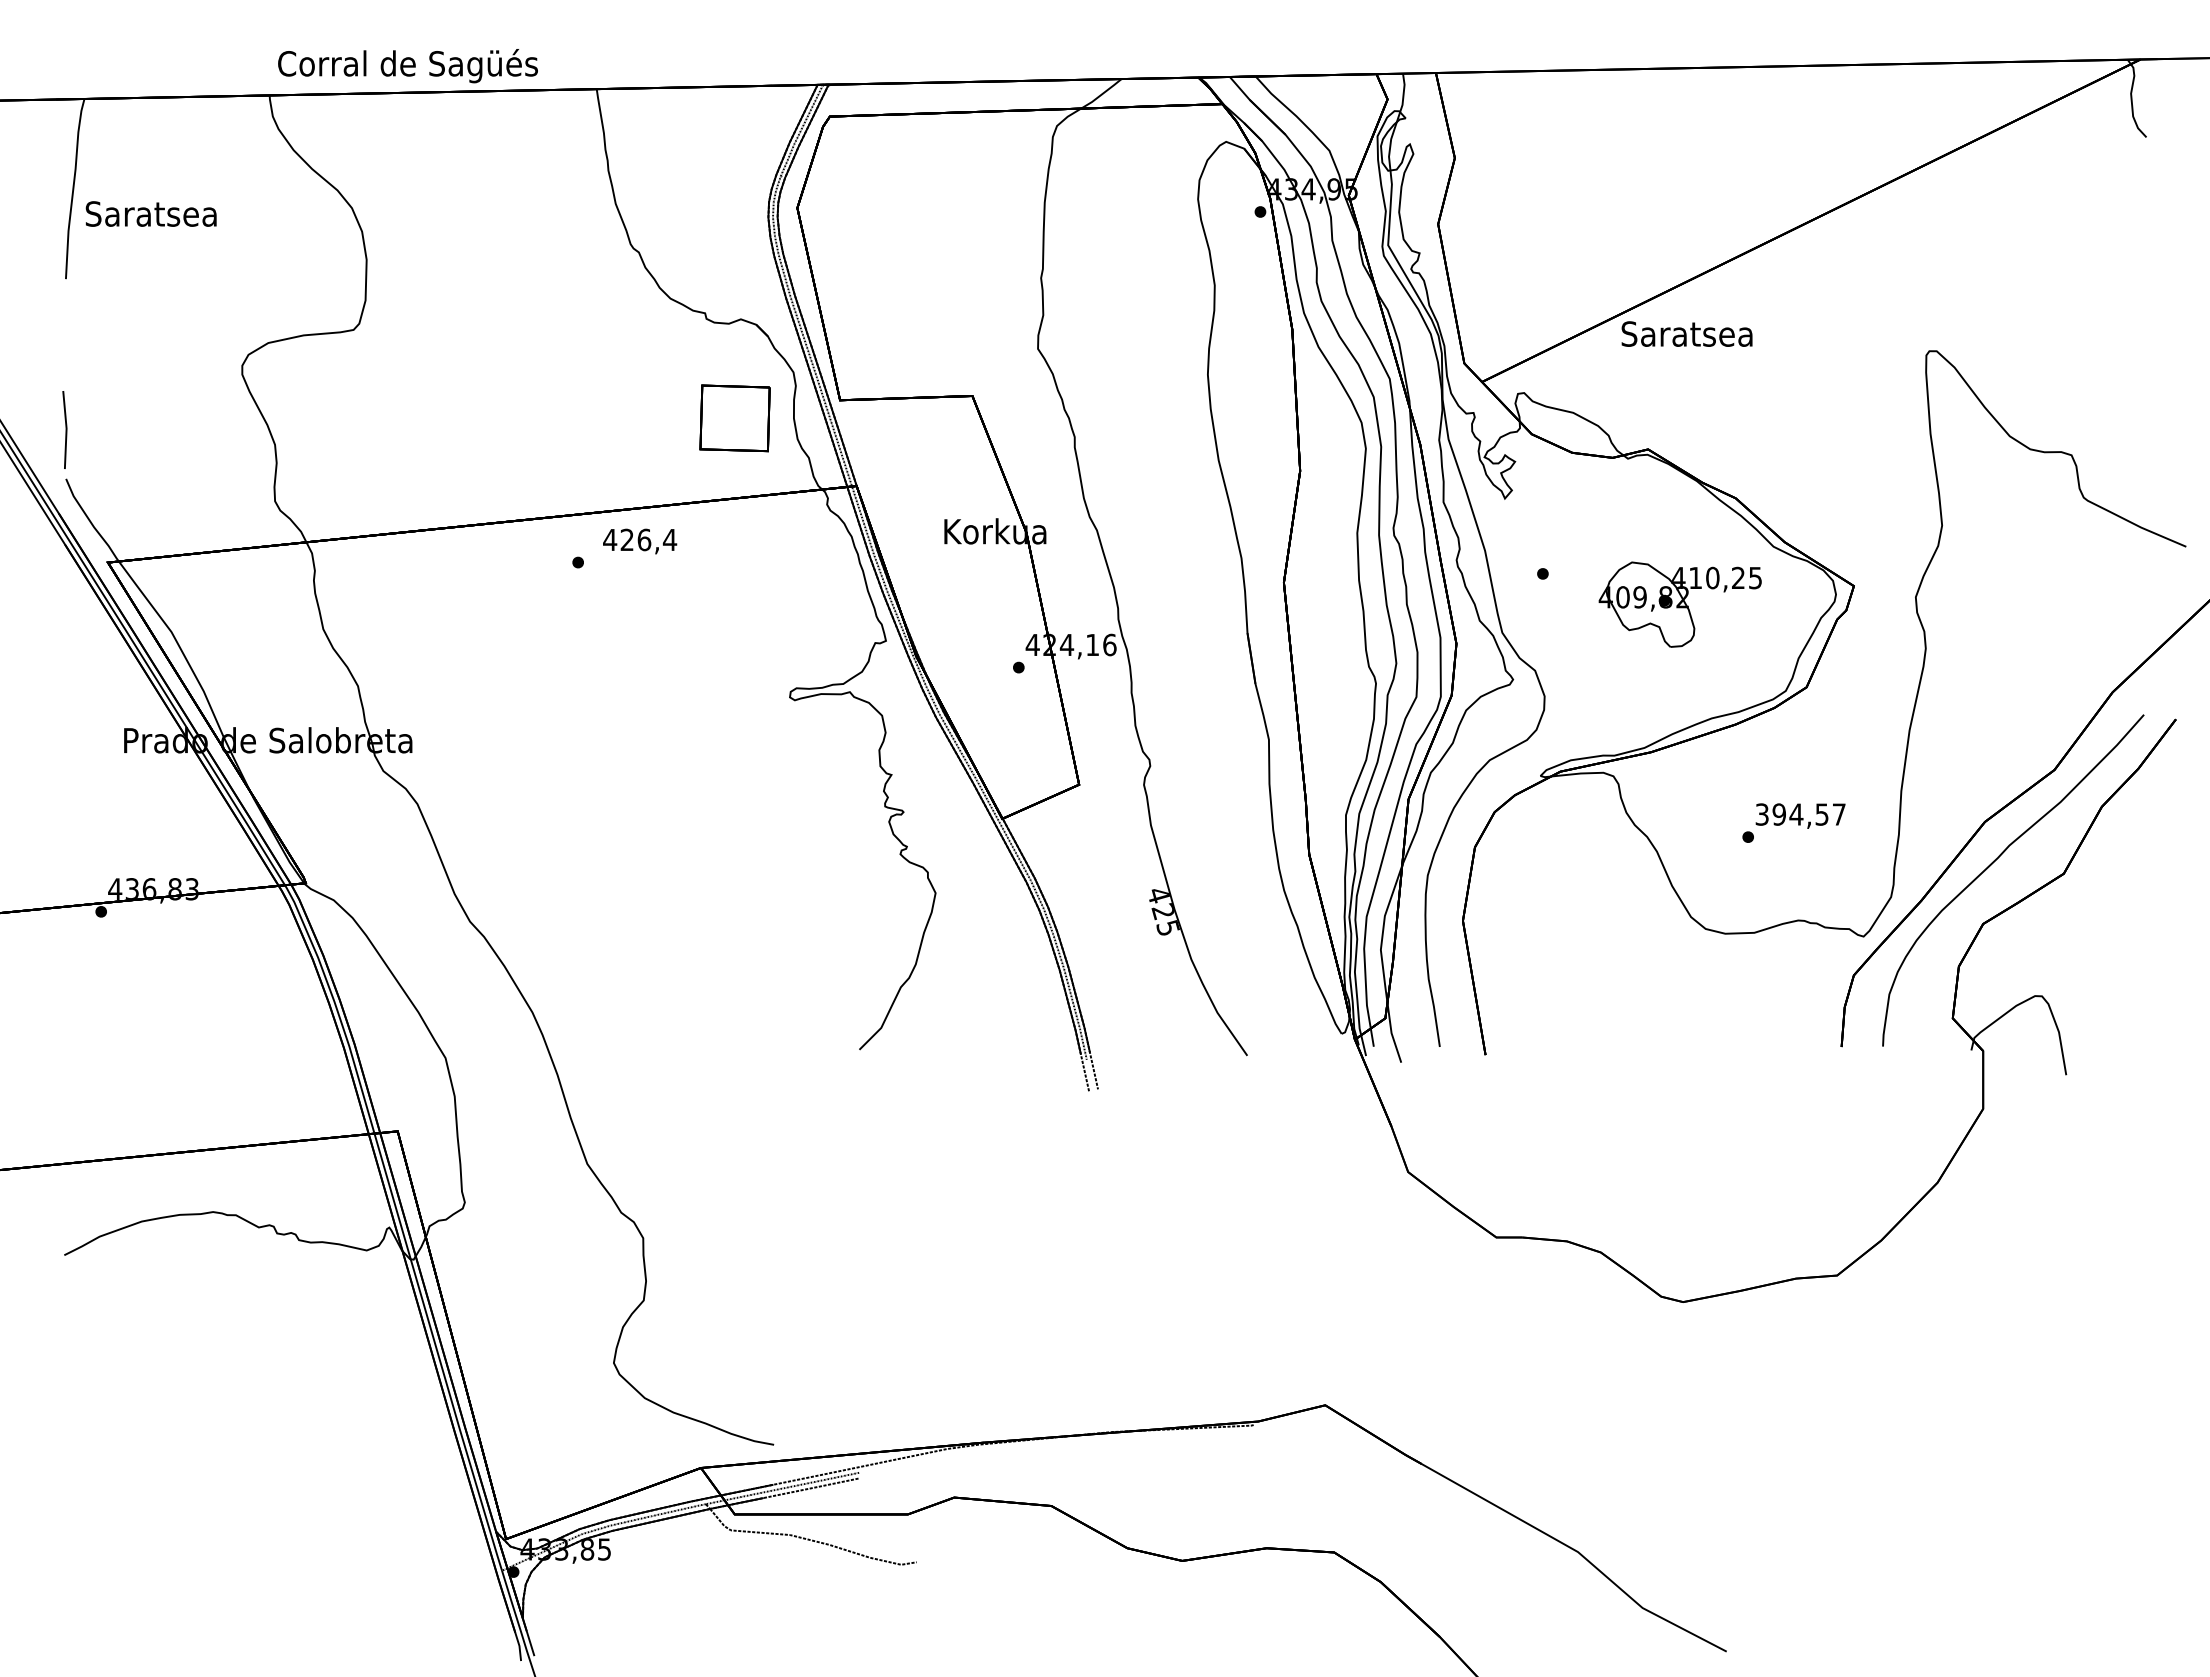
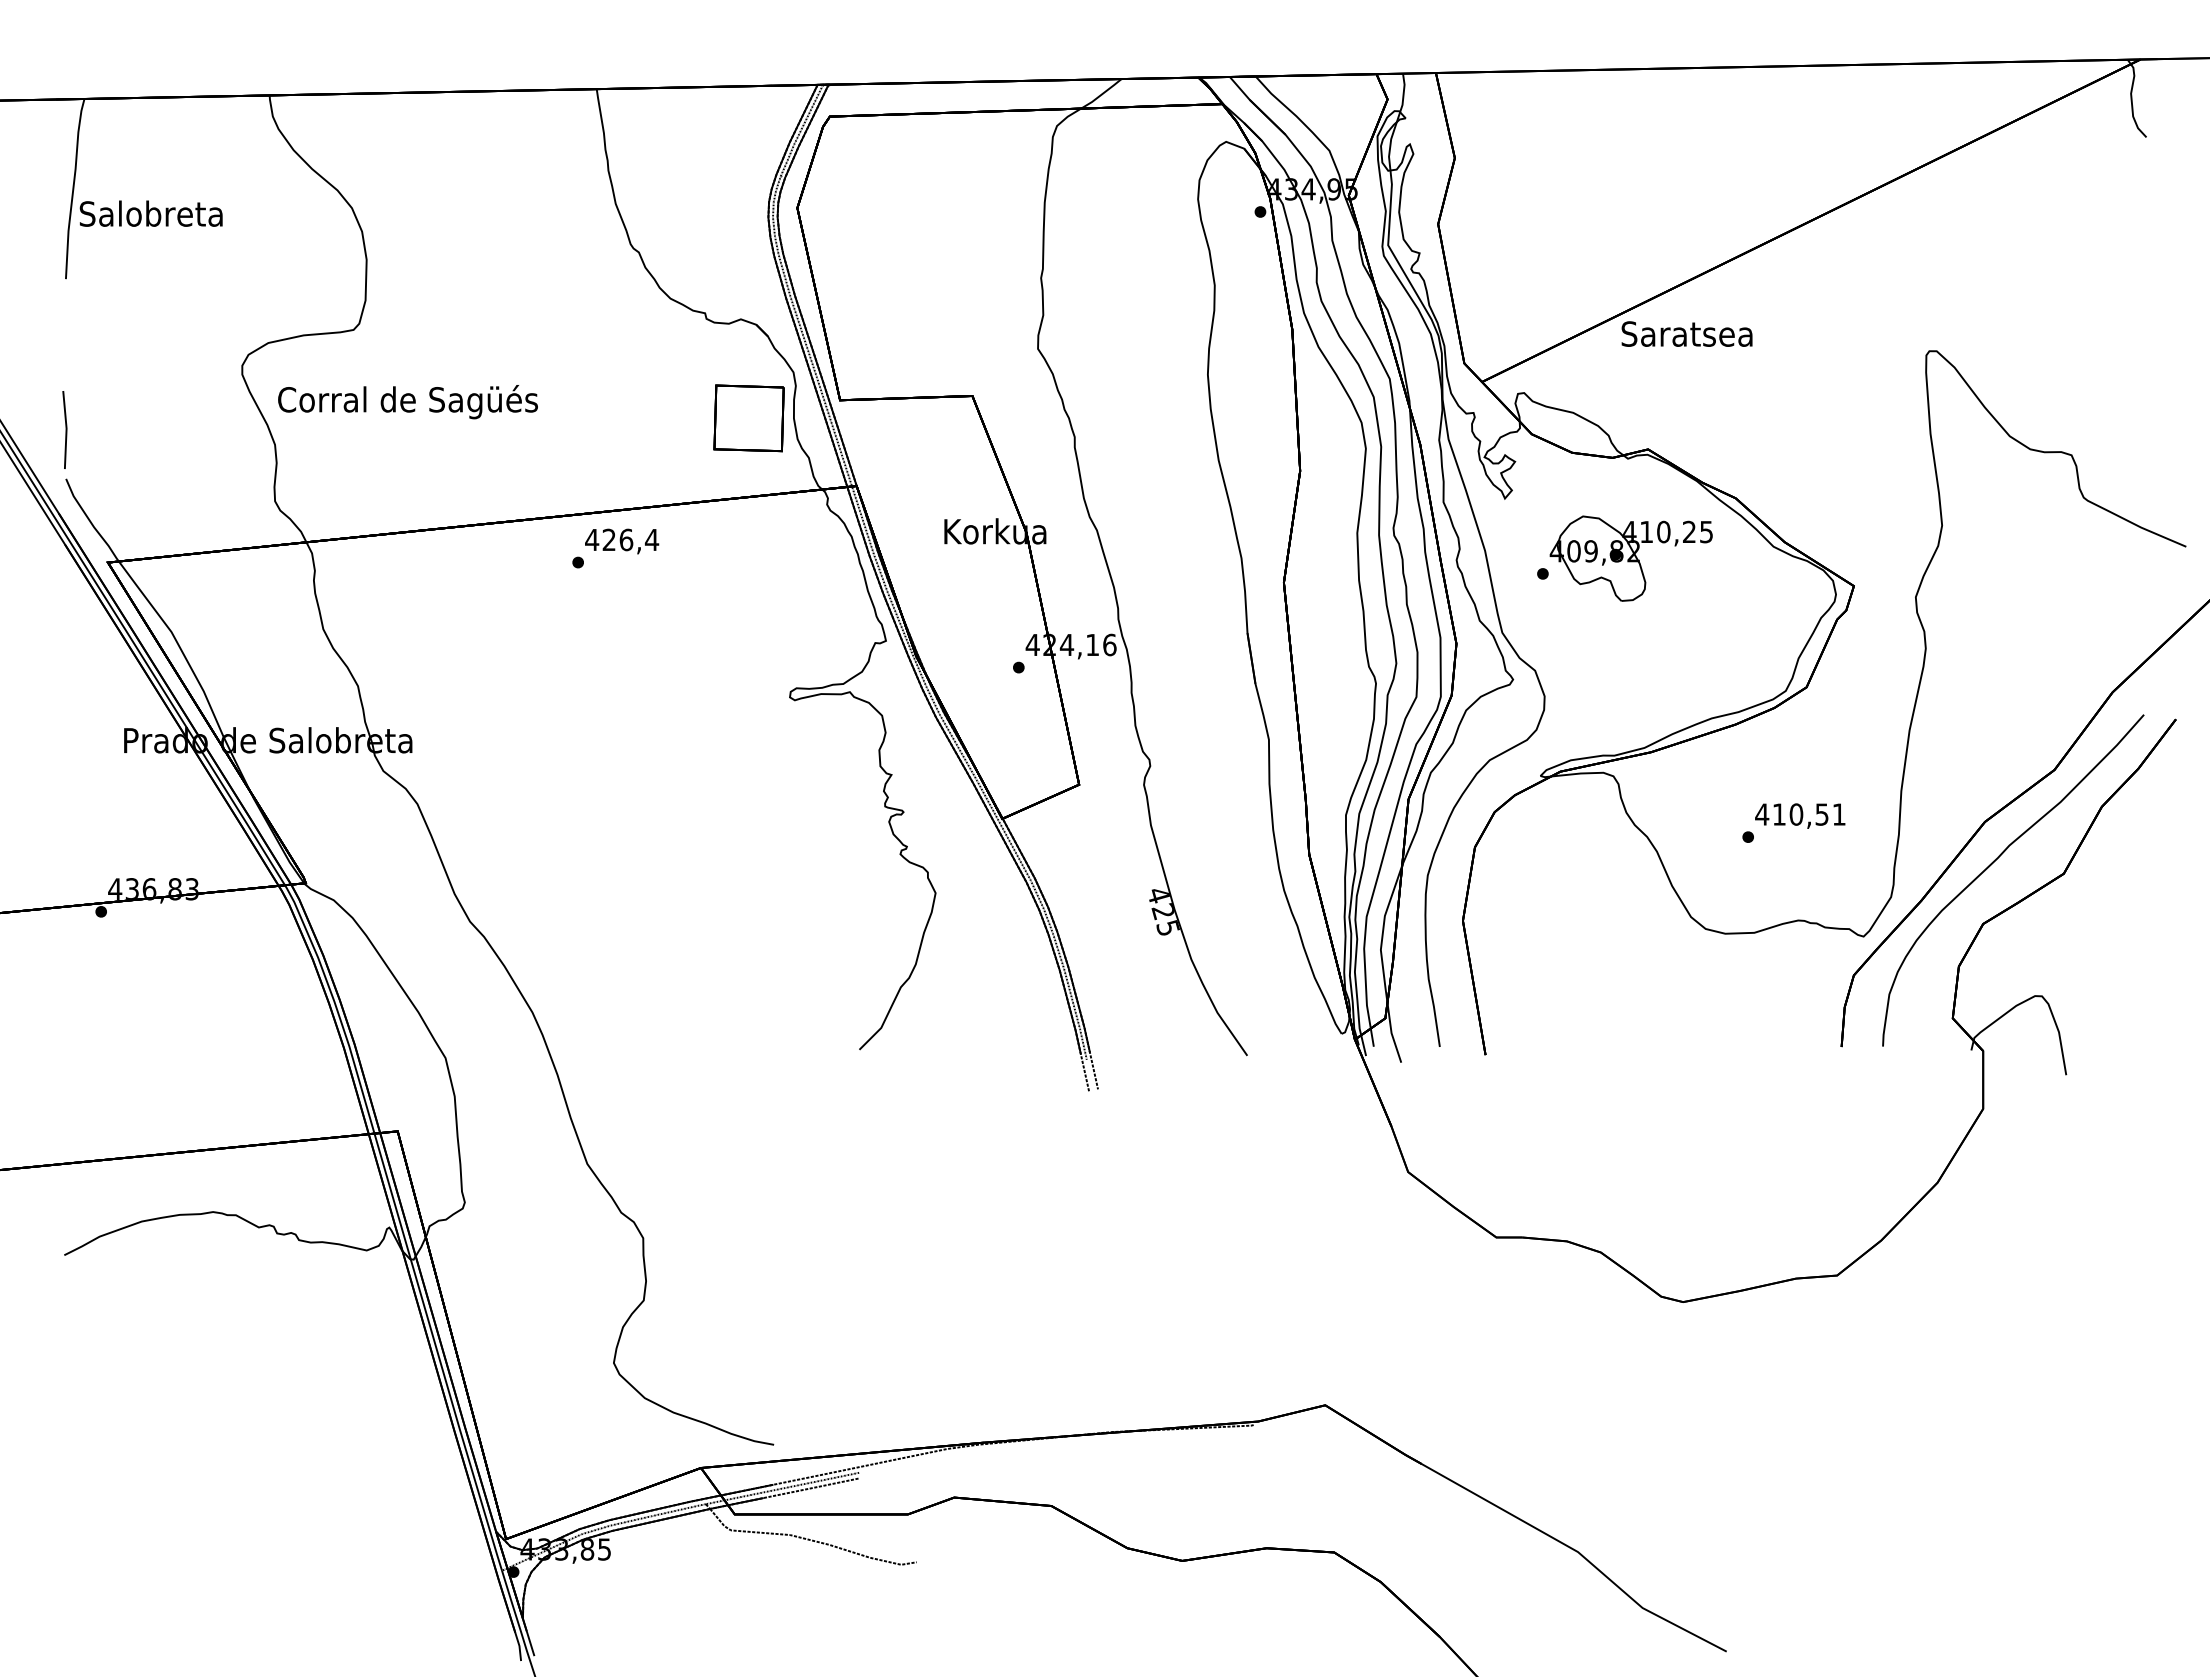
text at (407, 66) position: (407, 66) -> (407, 402)
text at (150, 213): Saratsea -> Salobreta
part at (734, 418) position: (734, 418) -> (748, 418)
text at (640, 541) position: (640, 541) -> (622, 541)
part at (1679, 604) position: (1679, 604) -> (1630, 558)
text at (1800, 814): 394,57 -> 410,51
